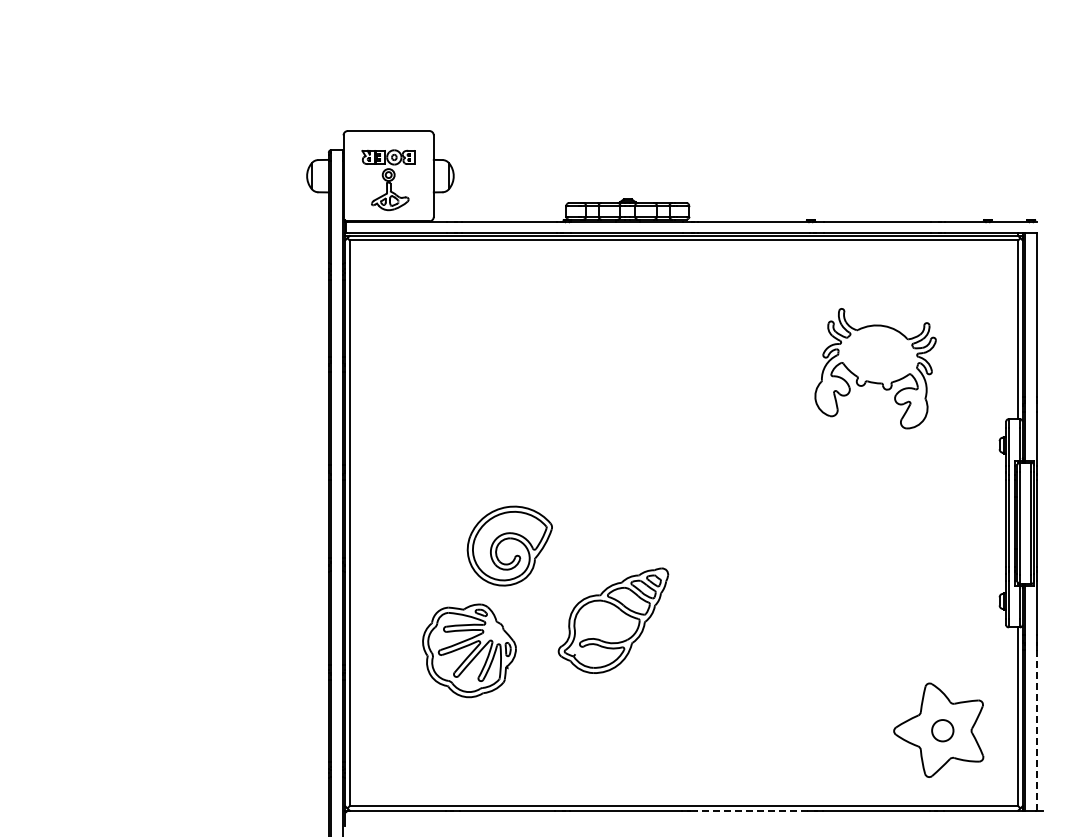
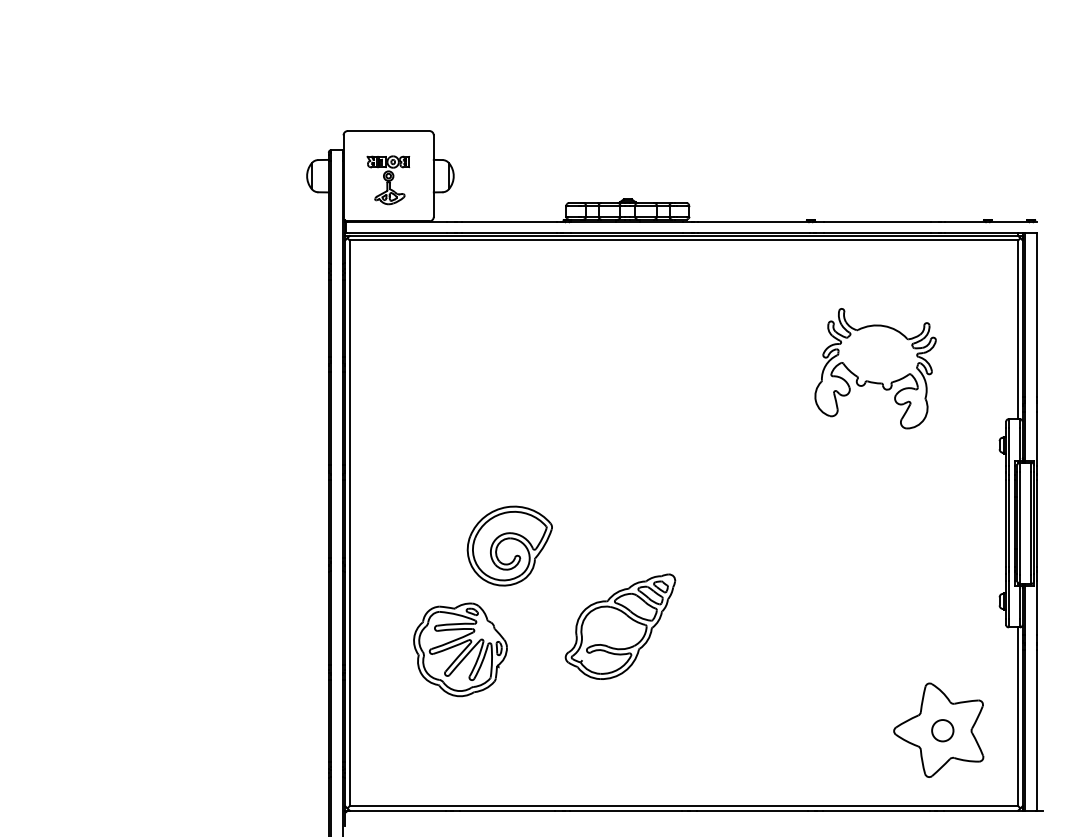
part at (388, 180) size: 55x63 px -> 45x51 px
part at (613, 620) position: (613, 620) -> (620, 626)
part at (469, 650) position: (469, 650) -> (460, 649)
line at (1036, 730): dashed -> solid
line at (752, 810): dashed -> solid
